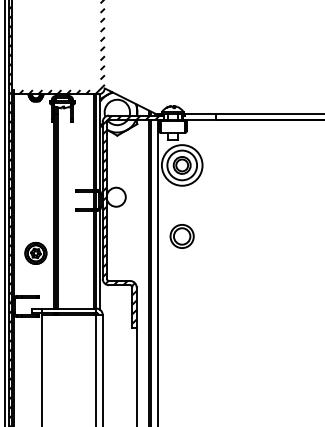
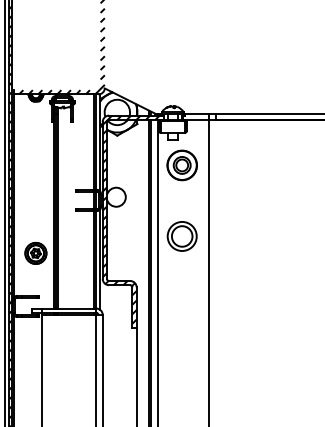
circle at (181, 165) diameter: 41 px -> 29 px
part at (181, 236) size: 26x25 px -> 32x31 px
line at (208, 268): none -> present
